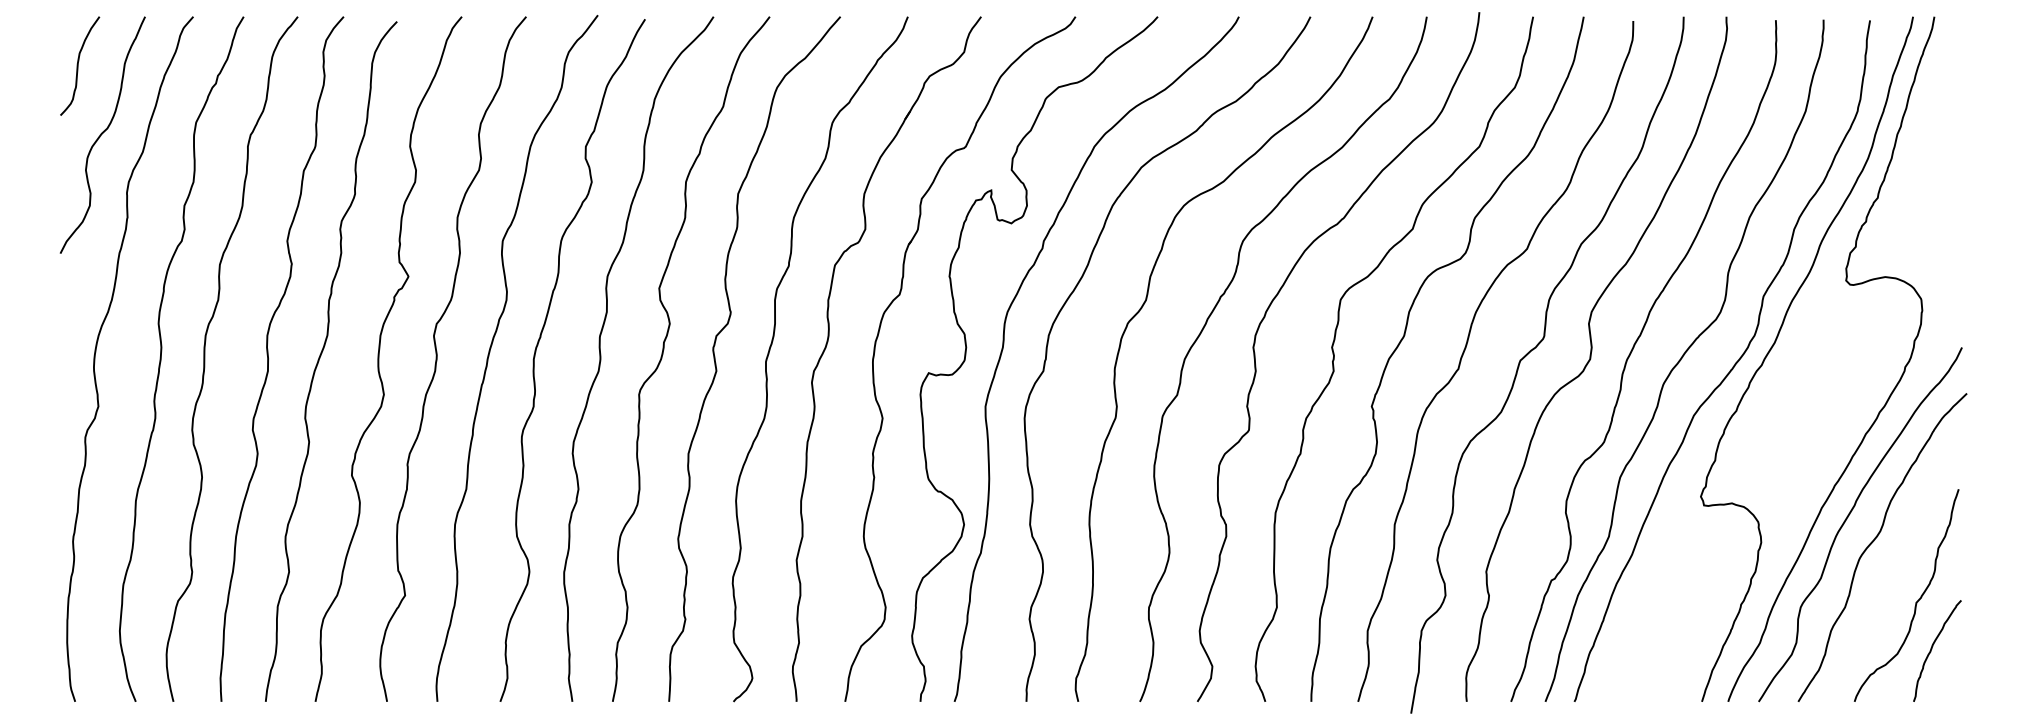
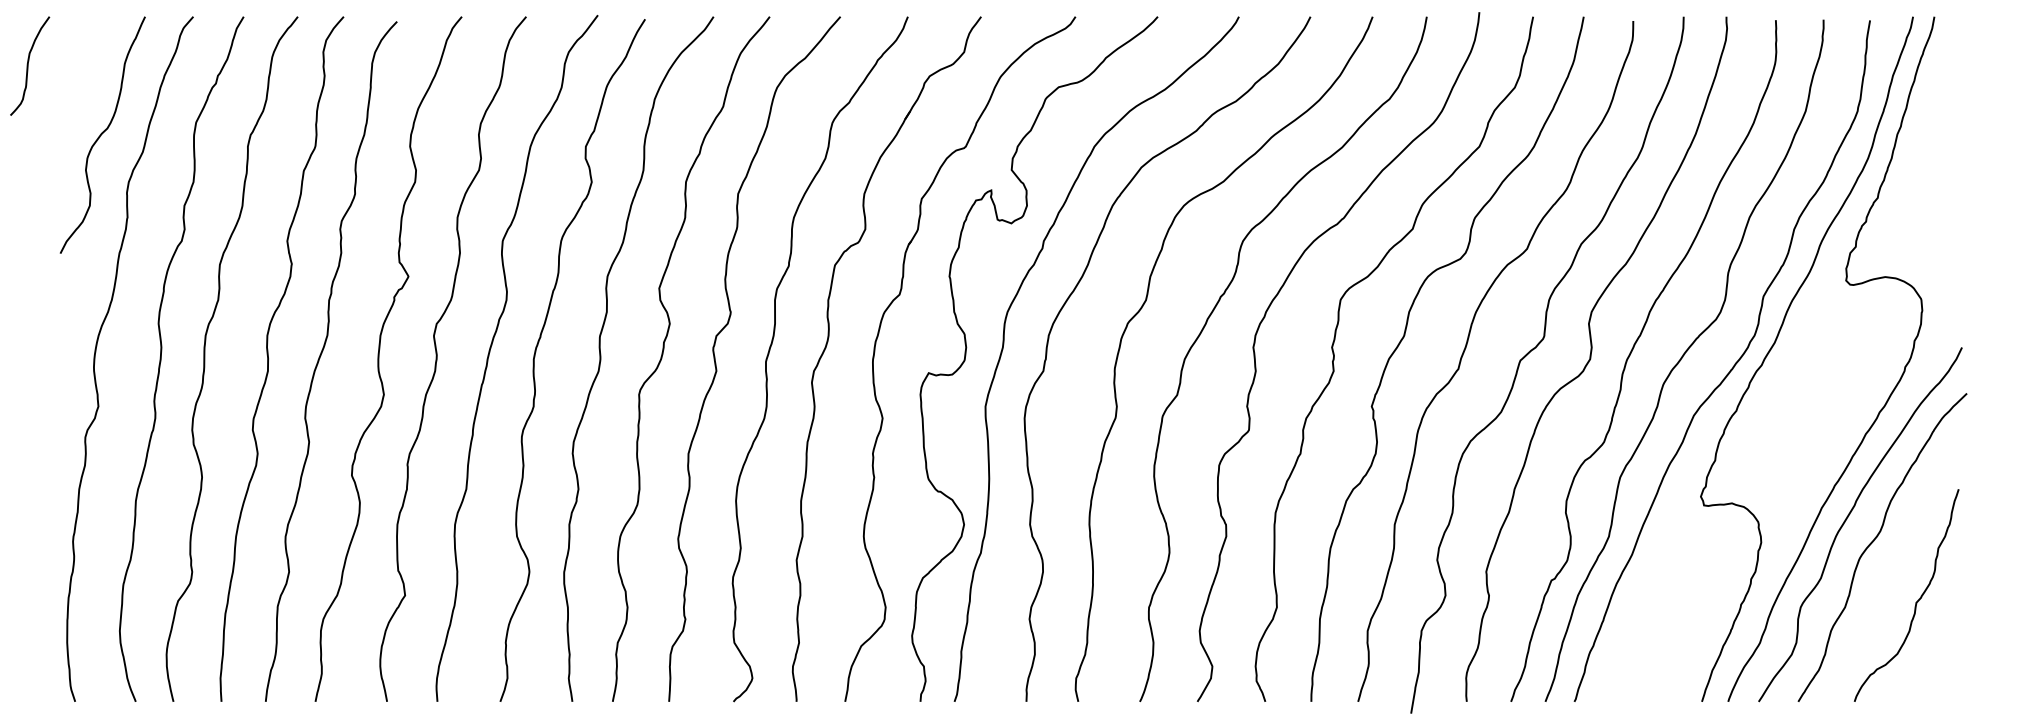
curve at (78, 65) position: (78, 65) -> (28, 65)
curve at (1932, 649): present -> none
